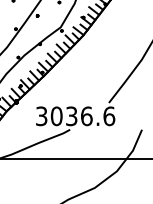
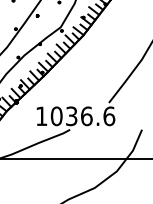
text at (41, 116): 3036.6 -> 1036.6
